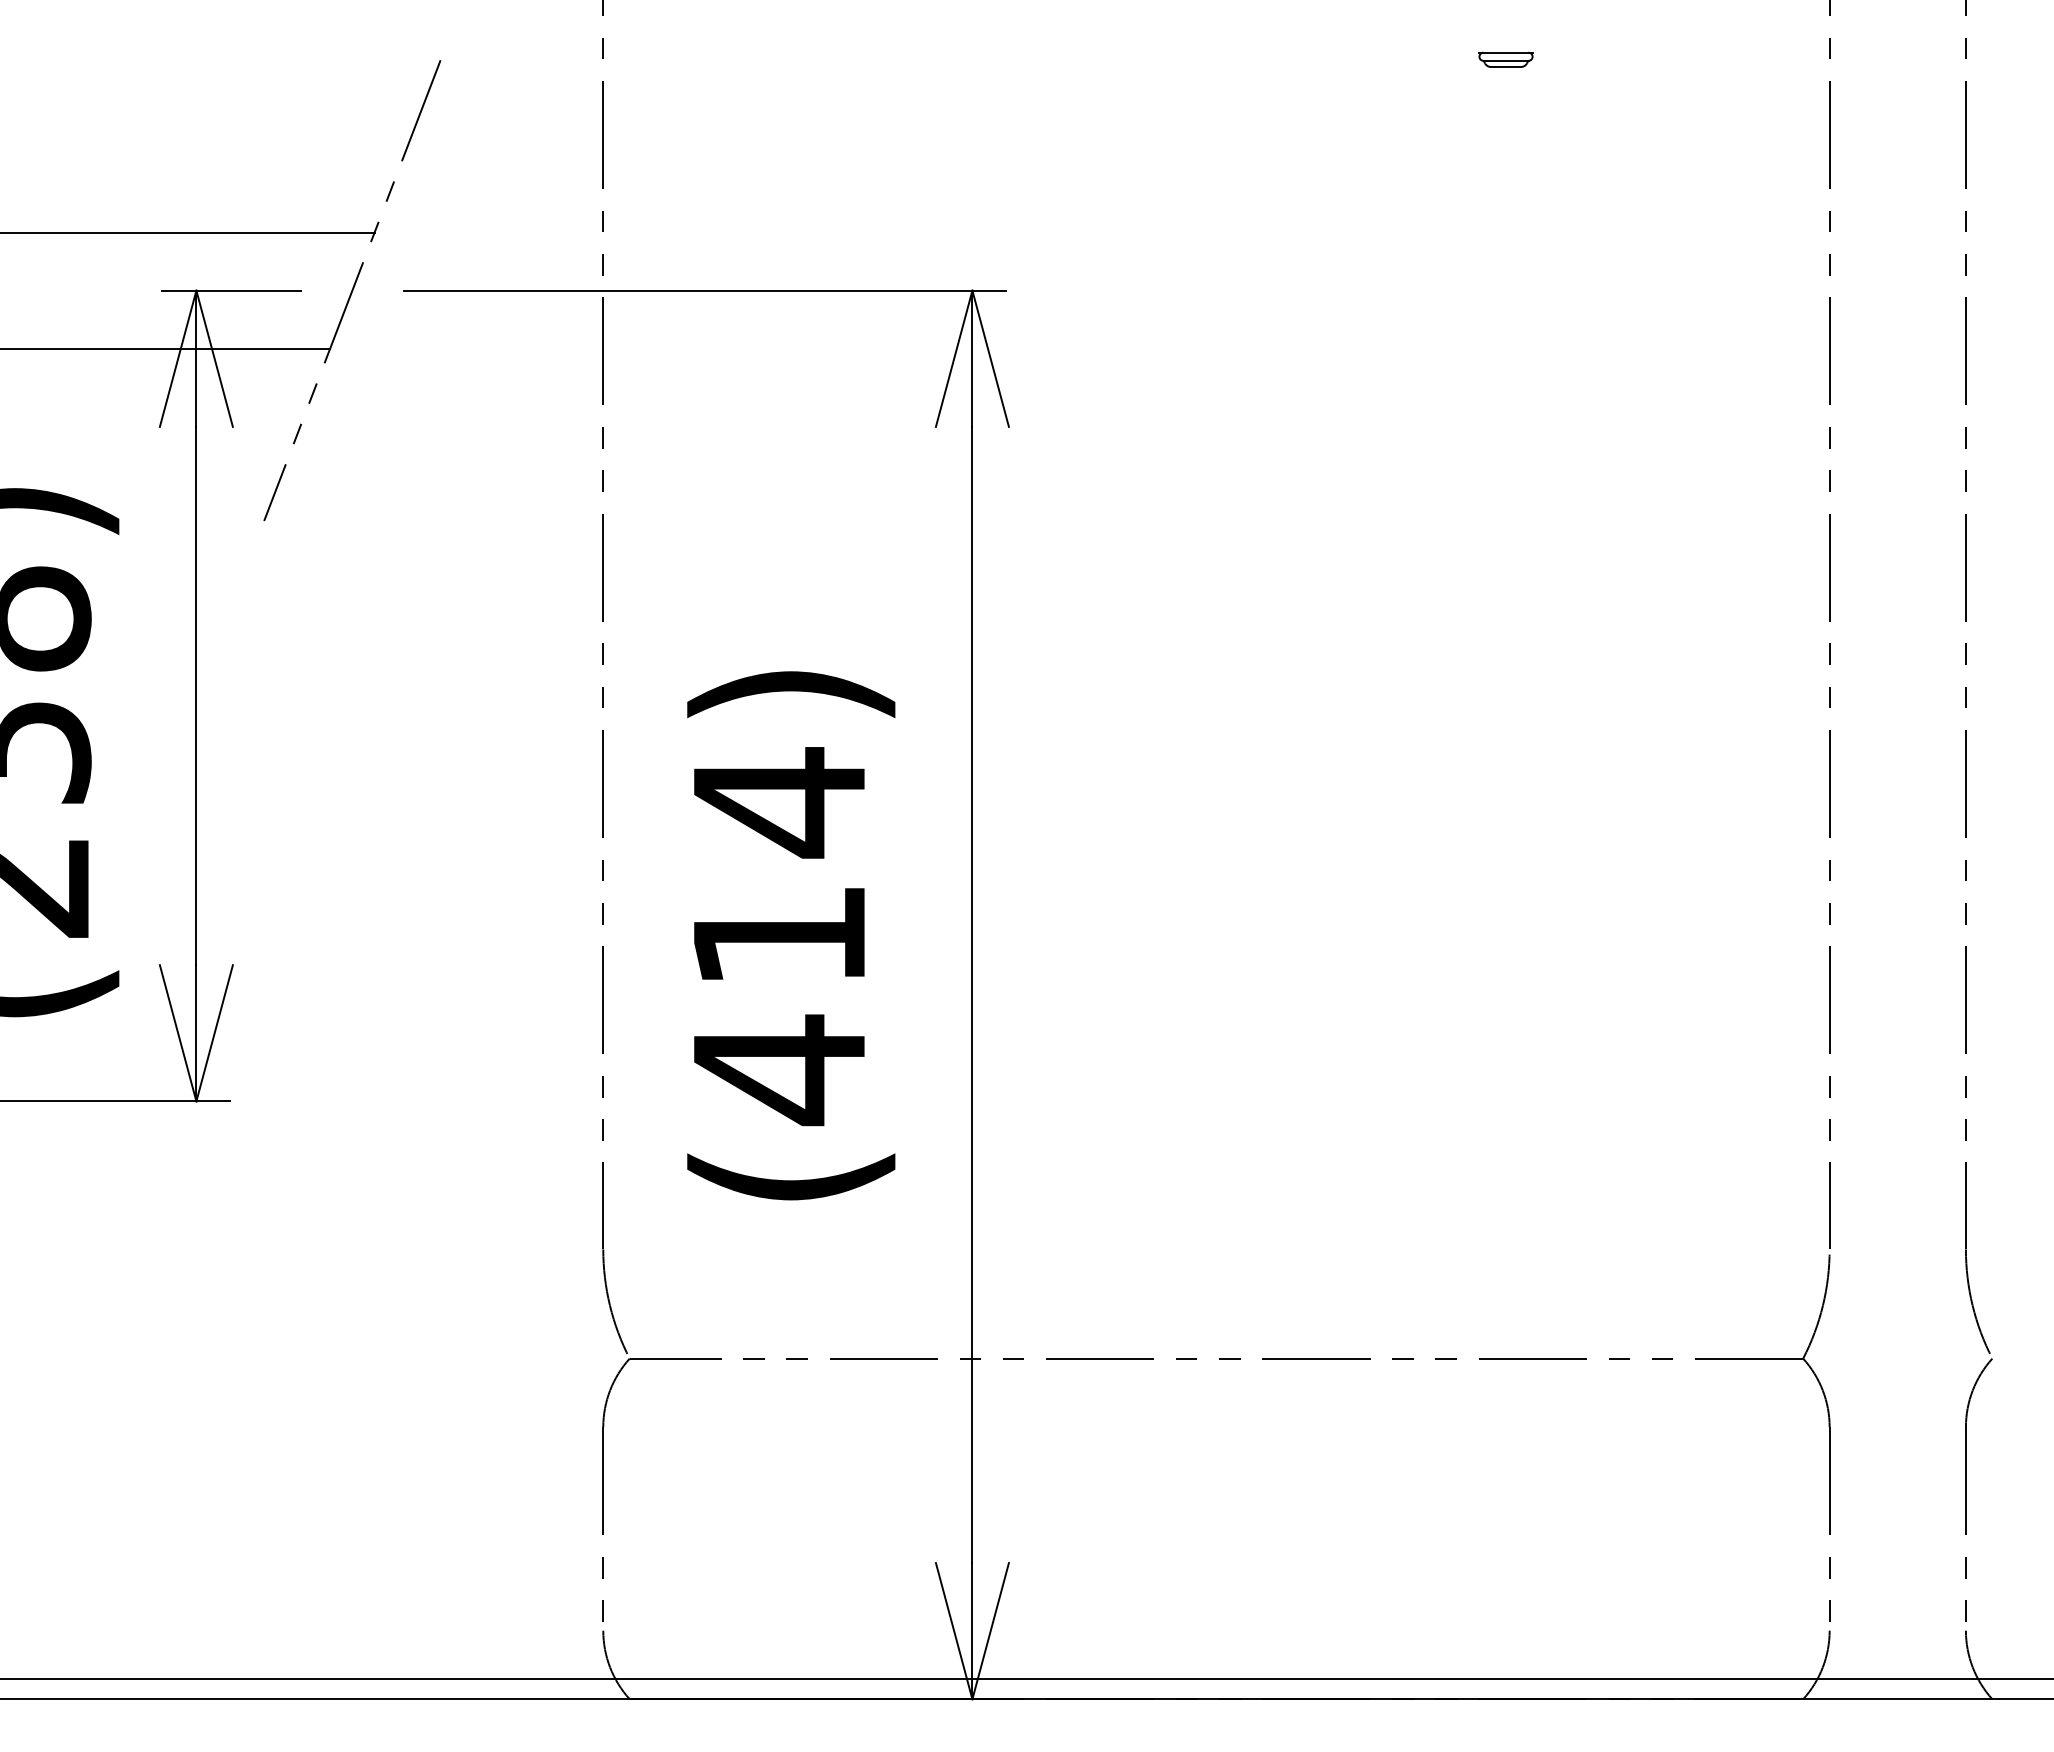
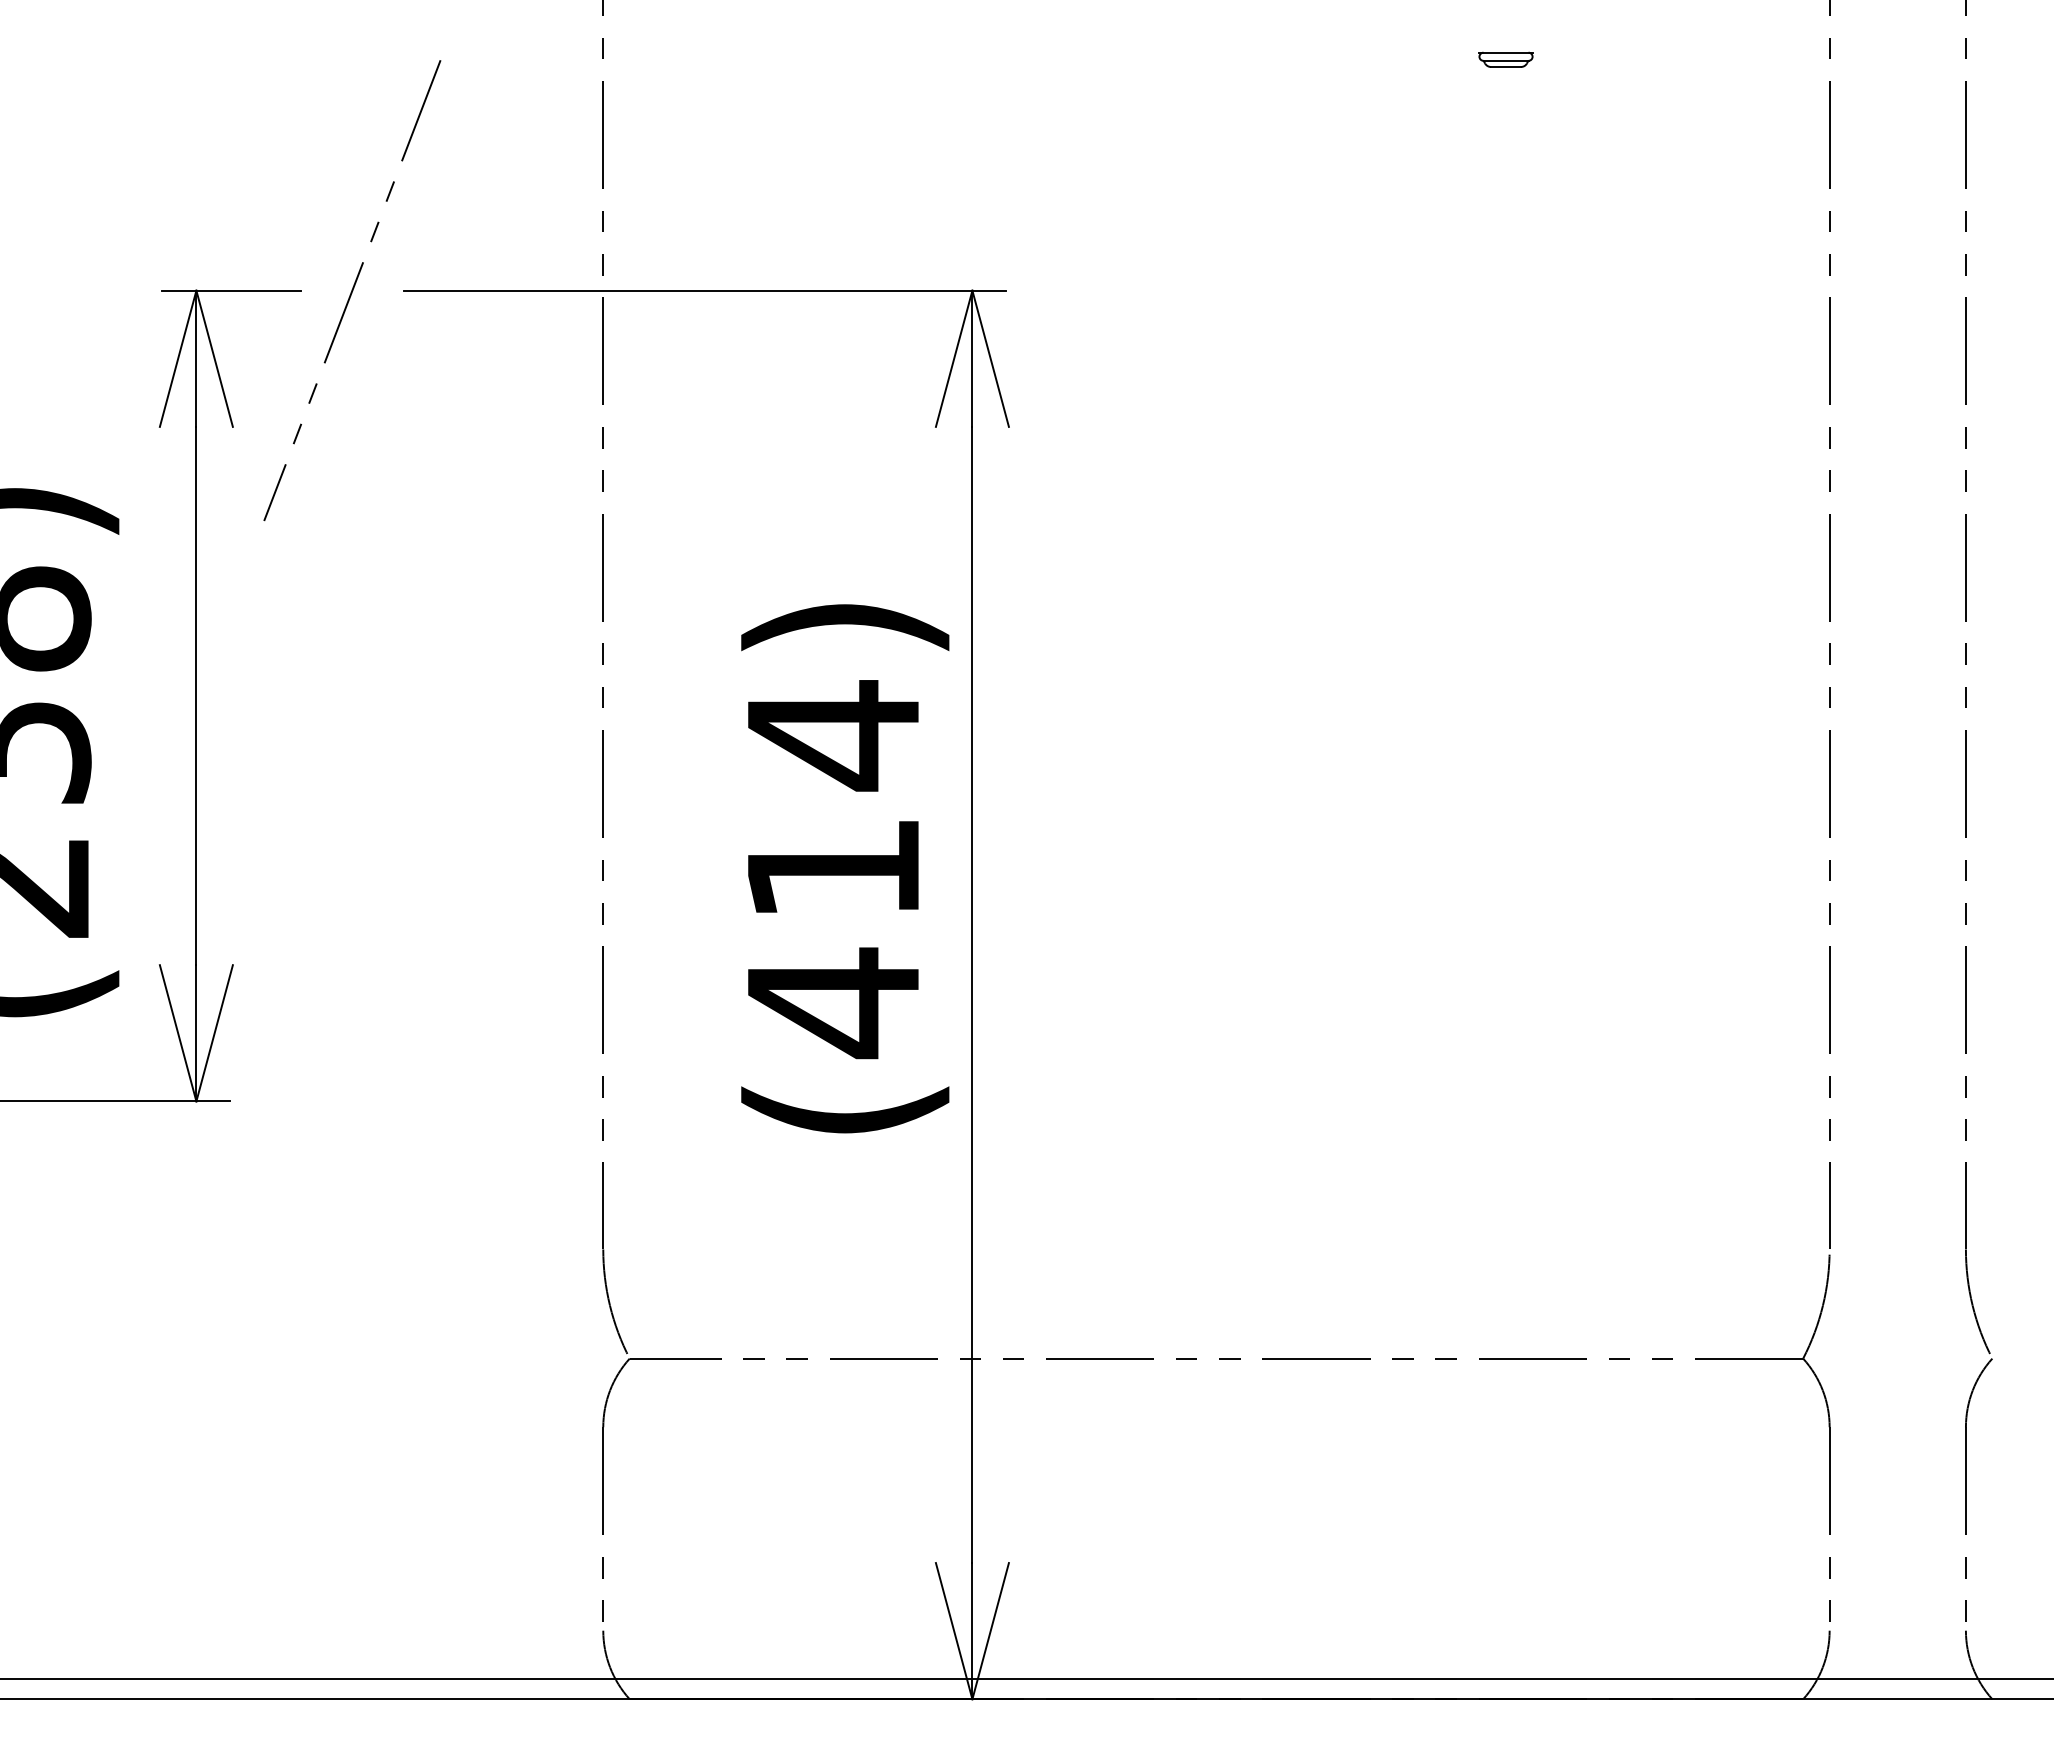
line at (188, 232): present -> none
line at (166, 348): present -> none
text at (791, 935) position: (791, 935) -> (845, 868)
